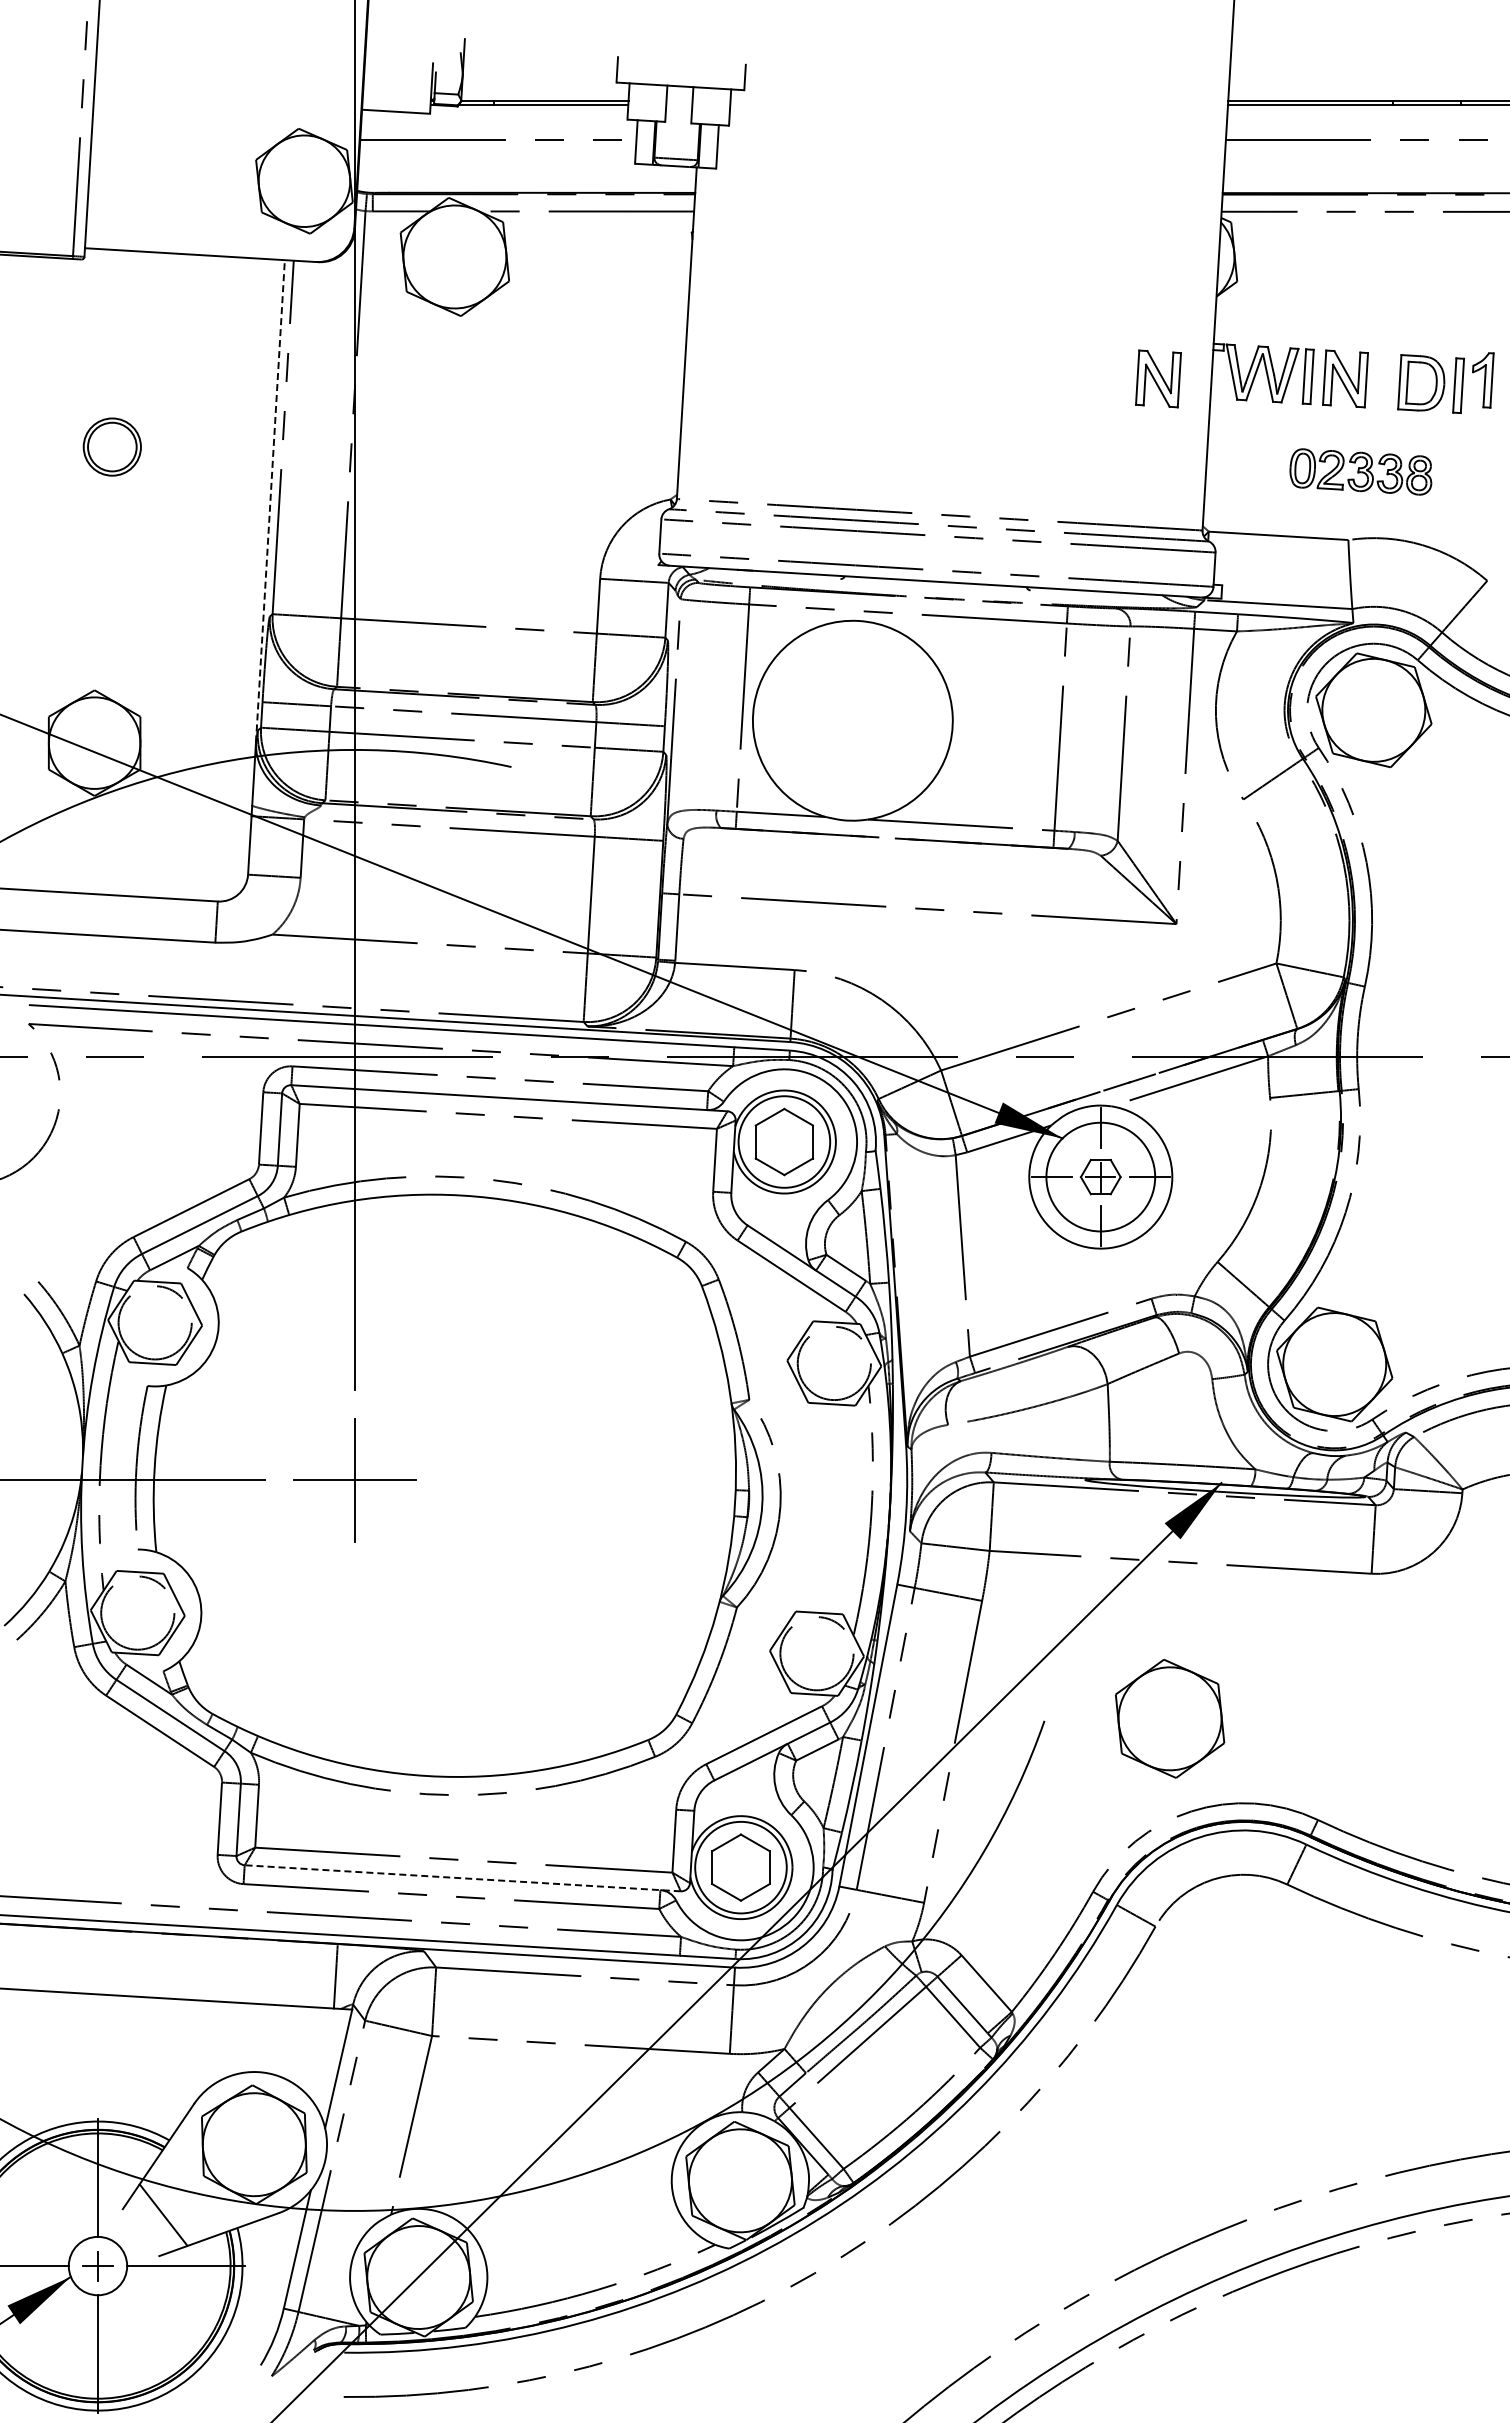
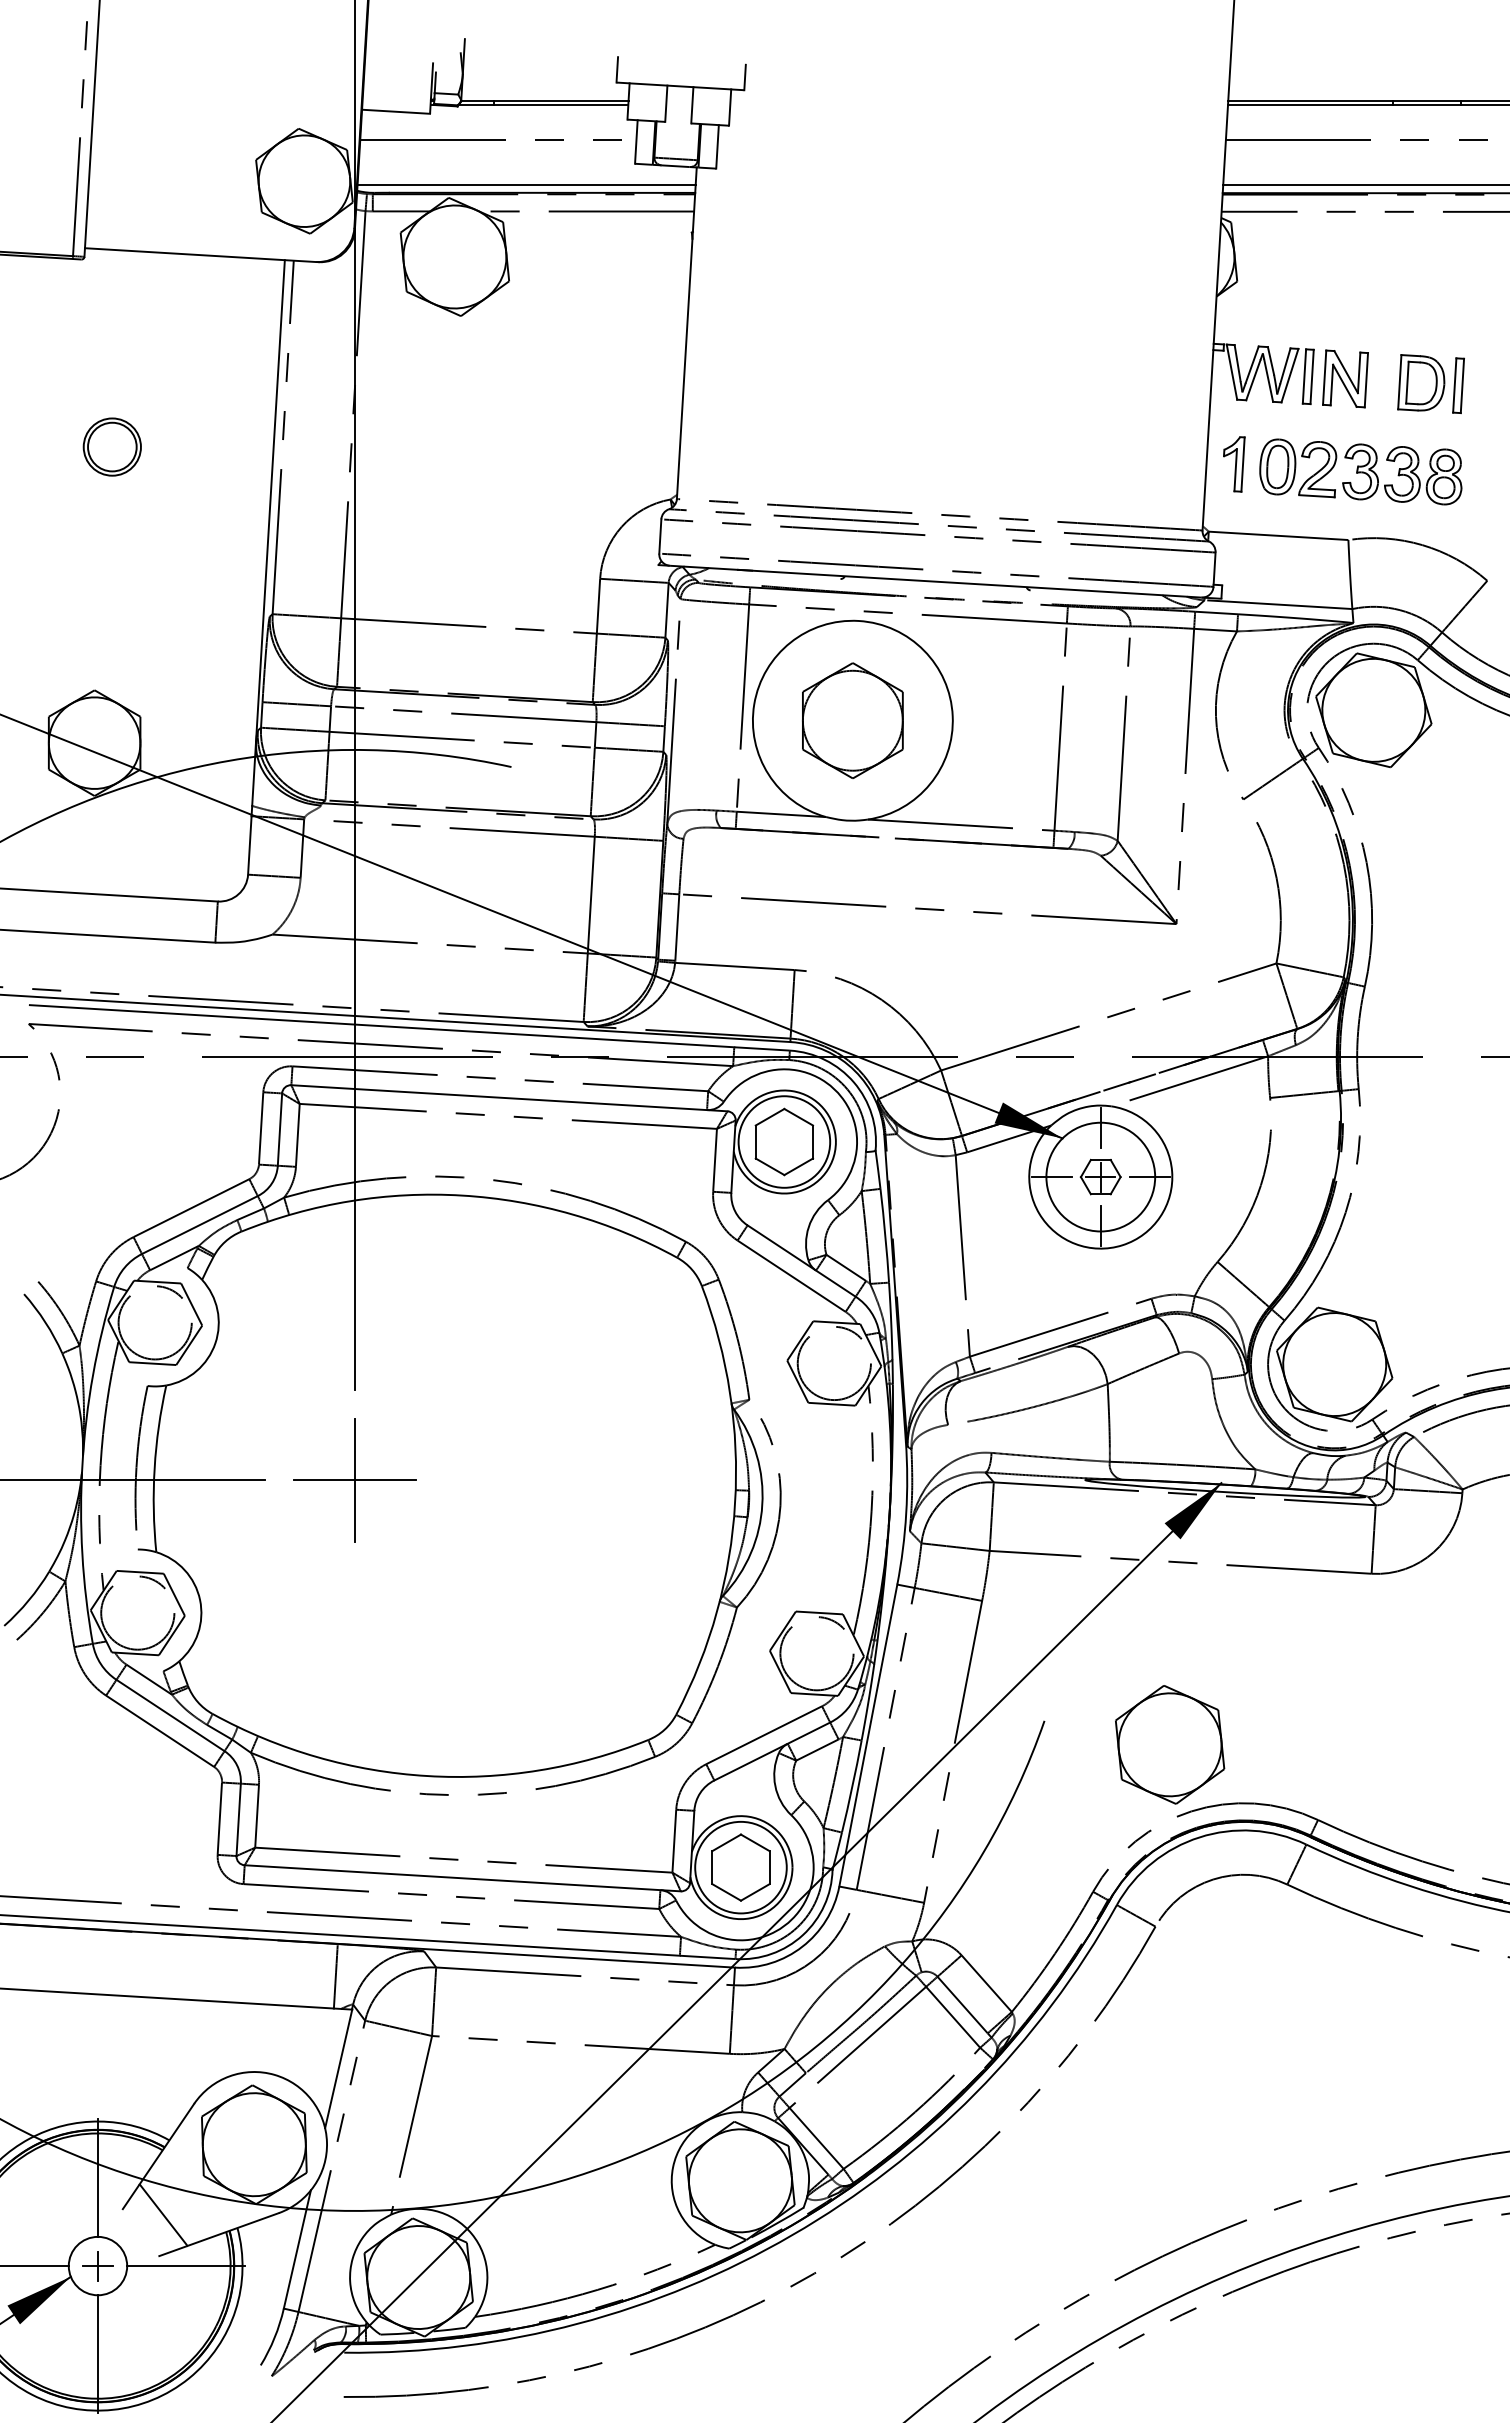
line at (526, 184): none -> present
line at (1364, 184): none -> present
part at (1158, 378): present -> none
part at (1483, 380) position: (1483, 380) -> (1234, 464)
part at (1360, 471) size: 144x48 px -> 204x68 px
line at (270, 501): dashed -> solid
part at (852, 720): none -> present
part at (1170, 1718) position: (1170, 1718) -> (1170, 1744)
line at (462, 1878): dashed -> solid
